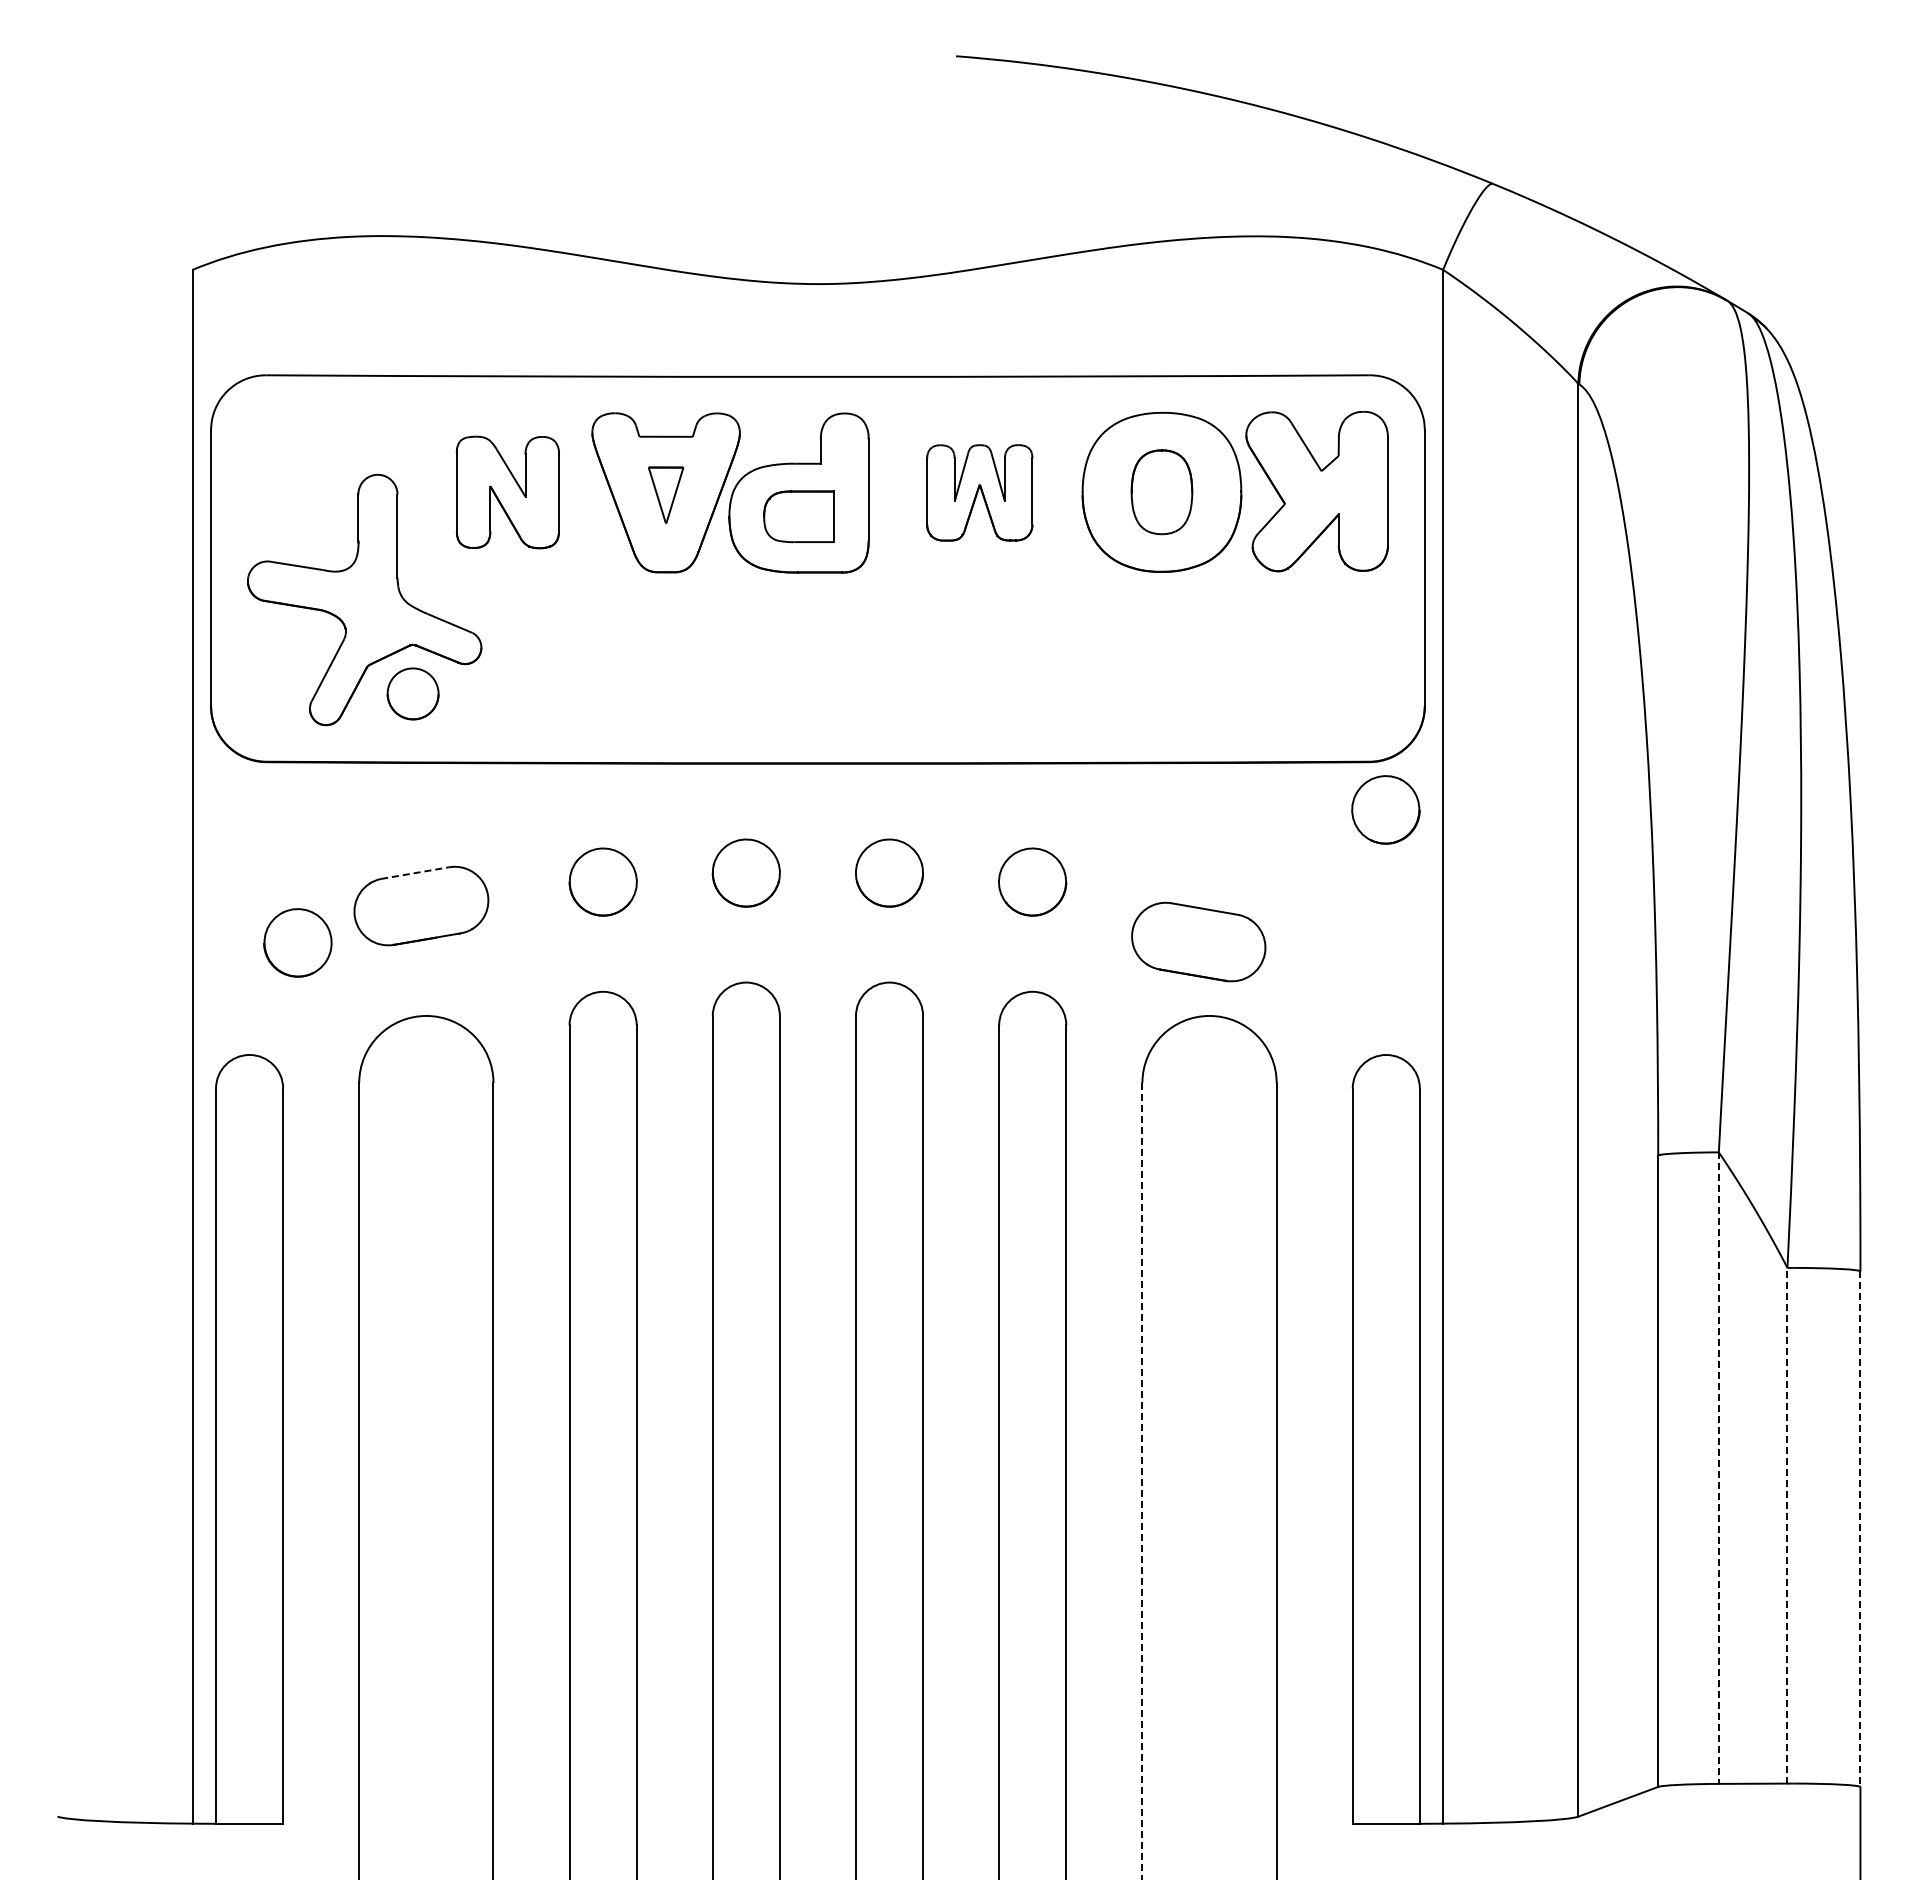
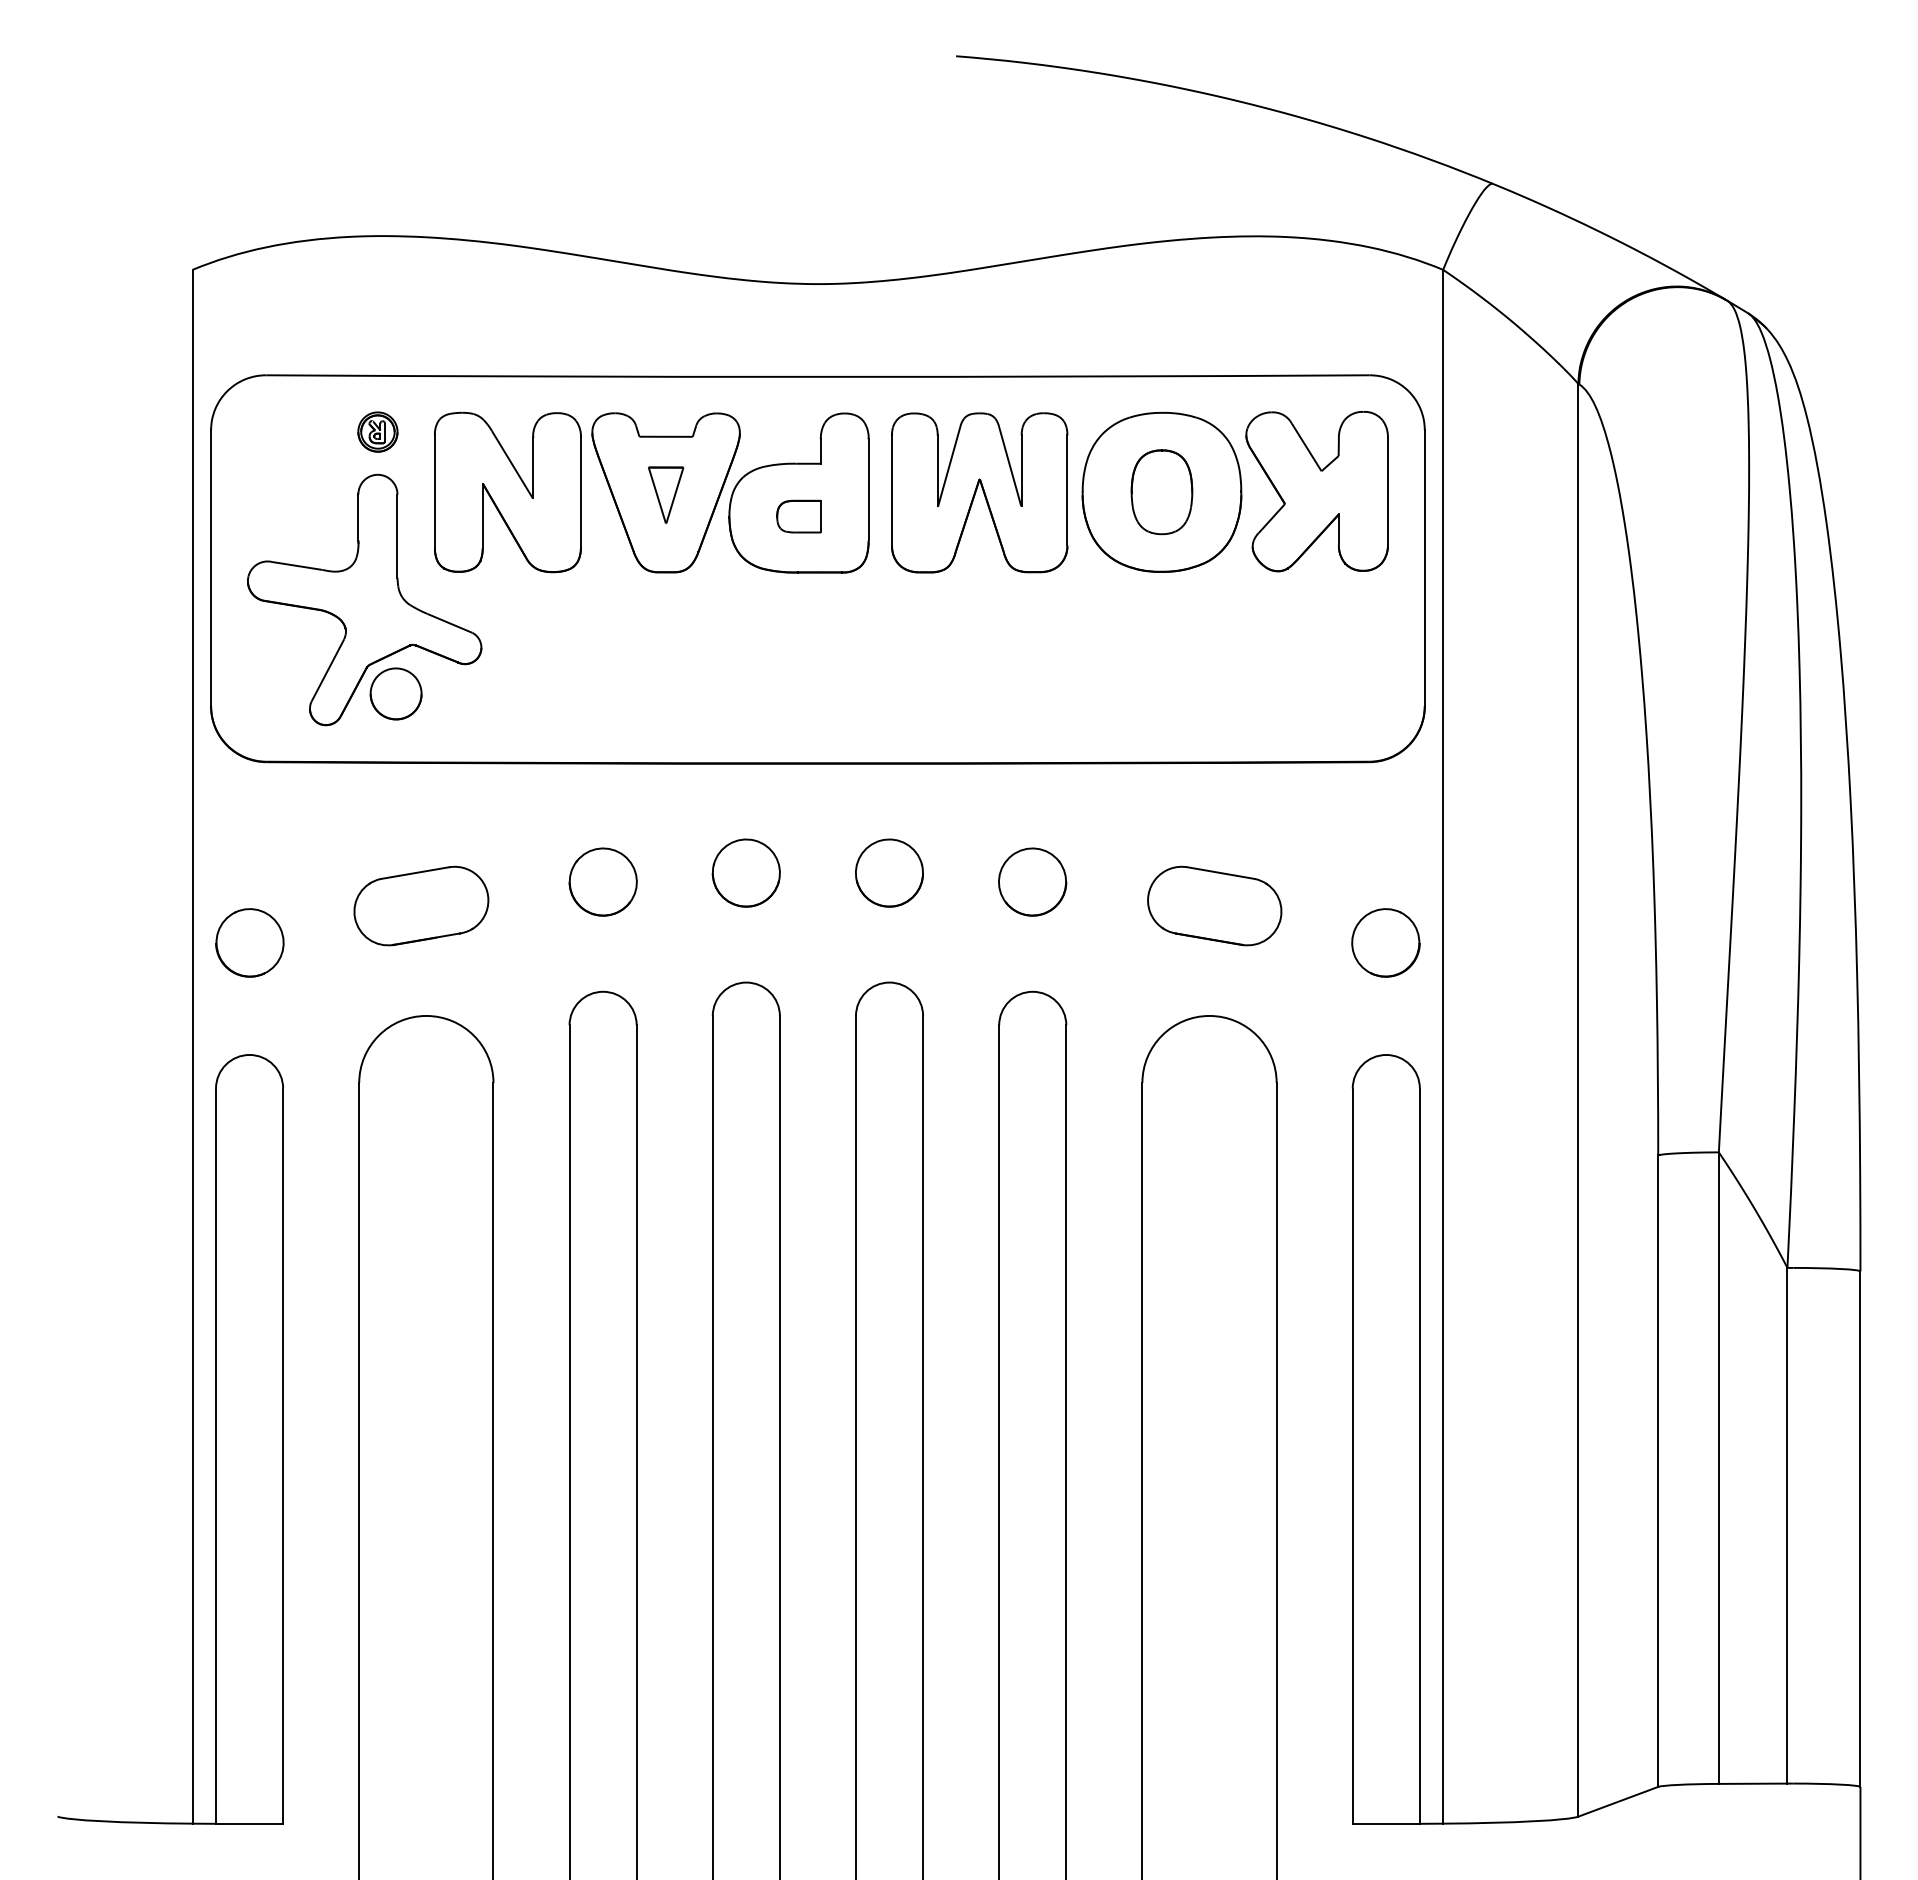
part at (377, 431): none -> present
part at (507, 492) size: 105x115 px -> 148x163 px
part at (979, 492) size: 108x98 px -> 178x162 px
part at (798, 516) size: 72x54 px -> 46x35 px
part at (412, 693) position: (412, 693) -> (395, 693)
part at (1385, 809) position: (1385, 809) -> (1385, 942)
line at (415, 873): dashed -> solid
part at (1198, 941) position: (1198, 941) -> (1214, 905)
part at (297, 942) position: (297, 942) -> (249, 942)
line at (1718, 1468): dashed -> solid
line at (1142, 1481): dashed -> solid
line at (1787, 1525): dashed -> solid
line at (1860, 1529): dashed -> solid
